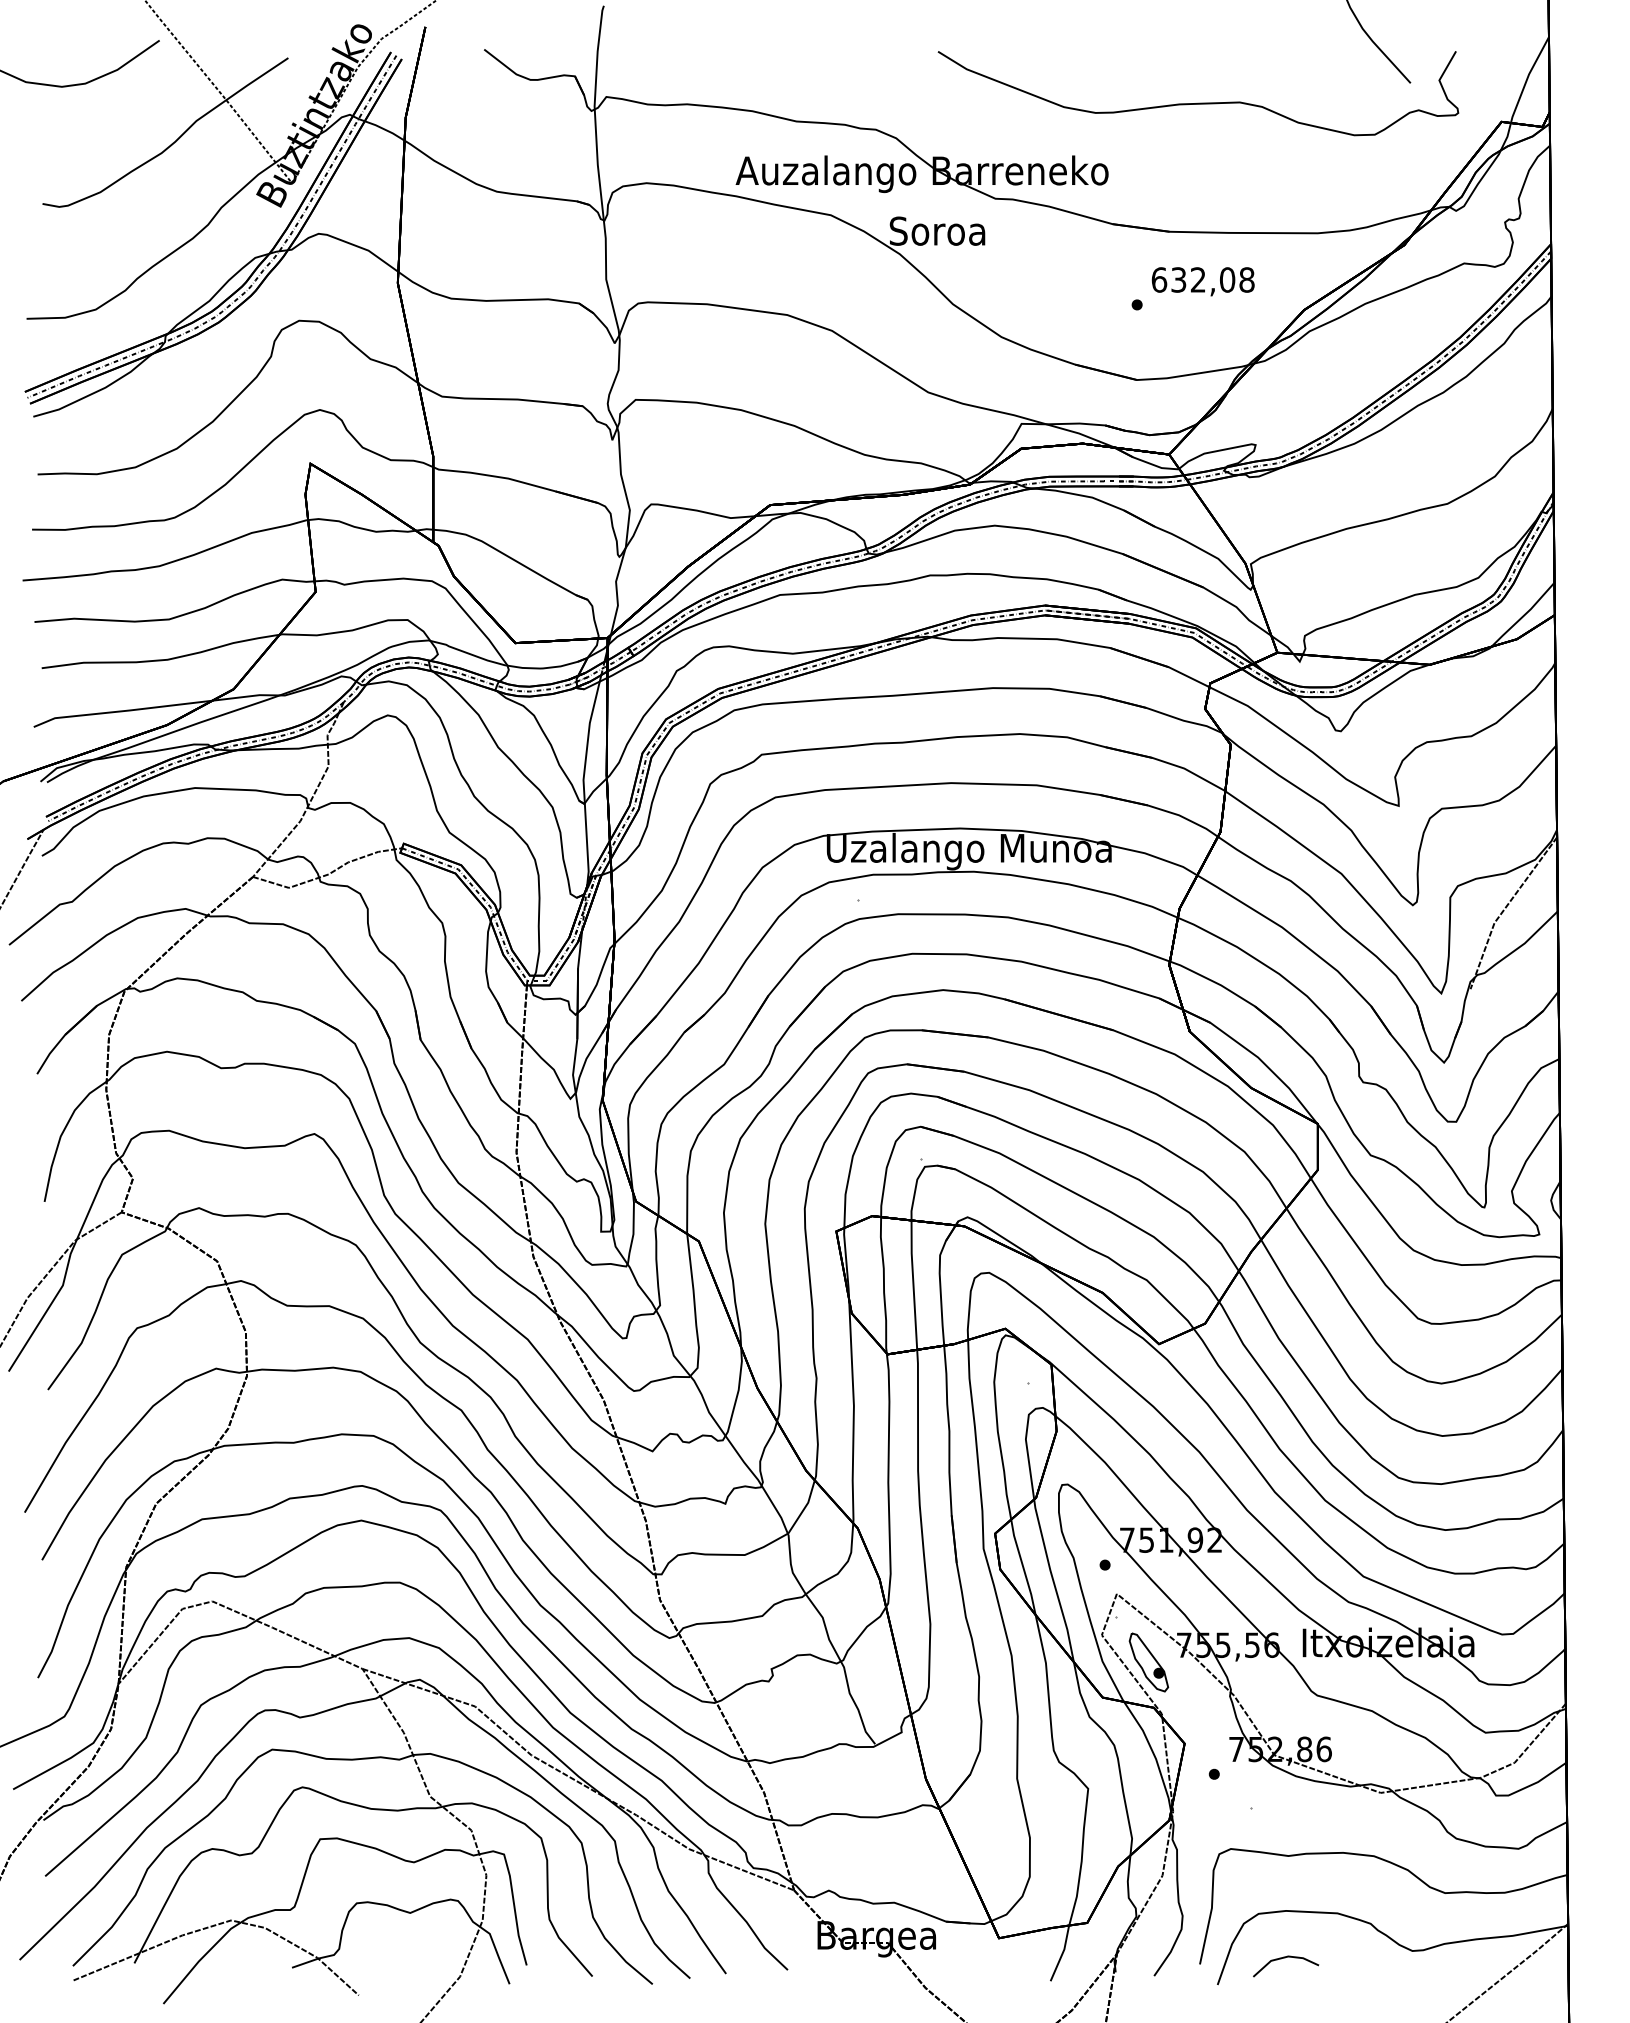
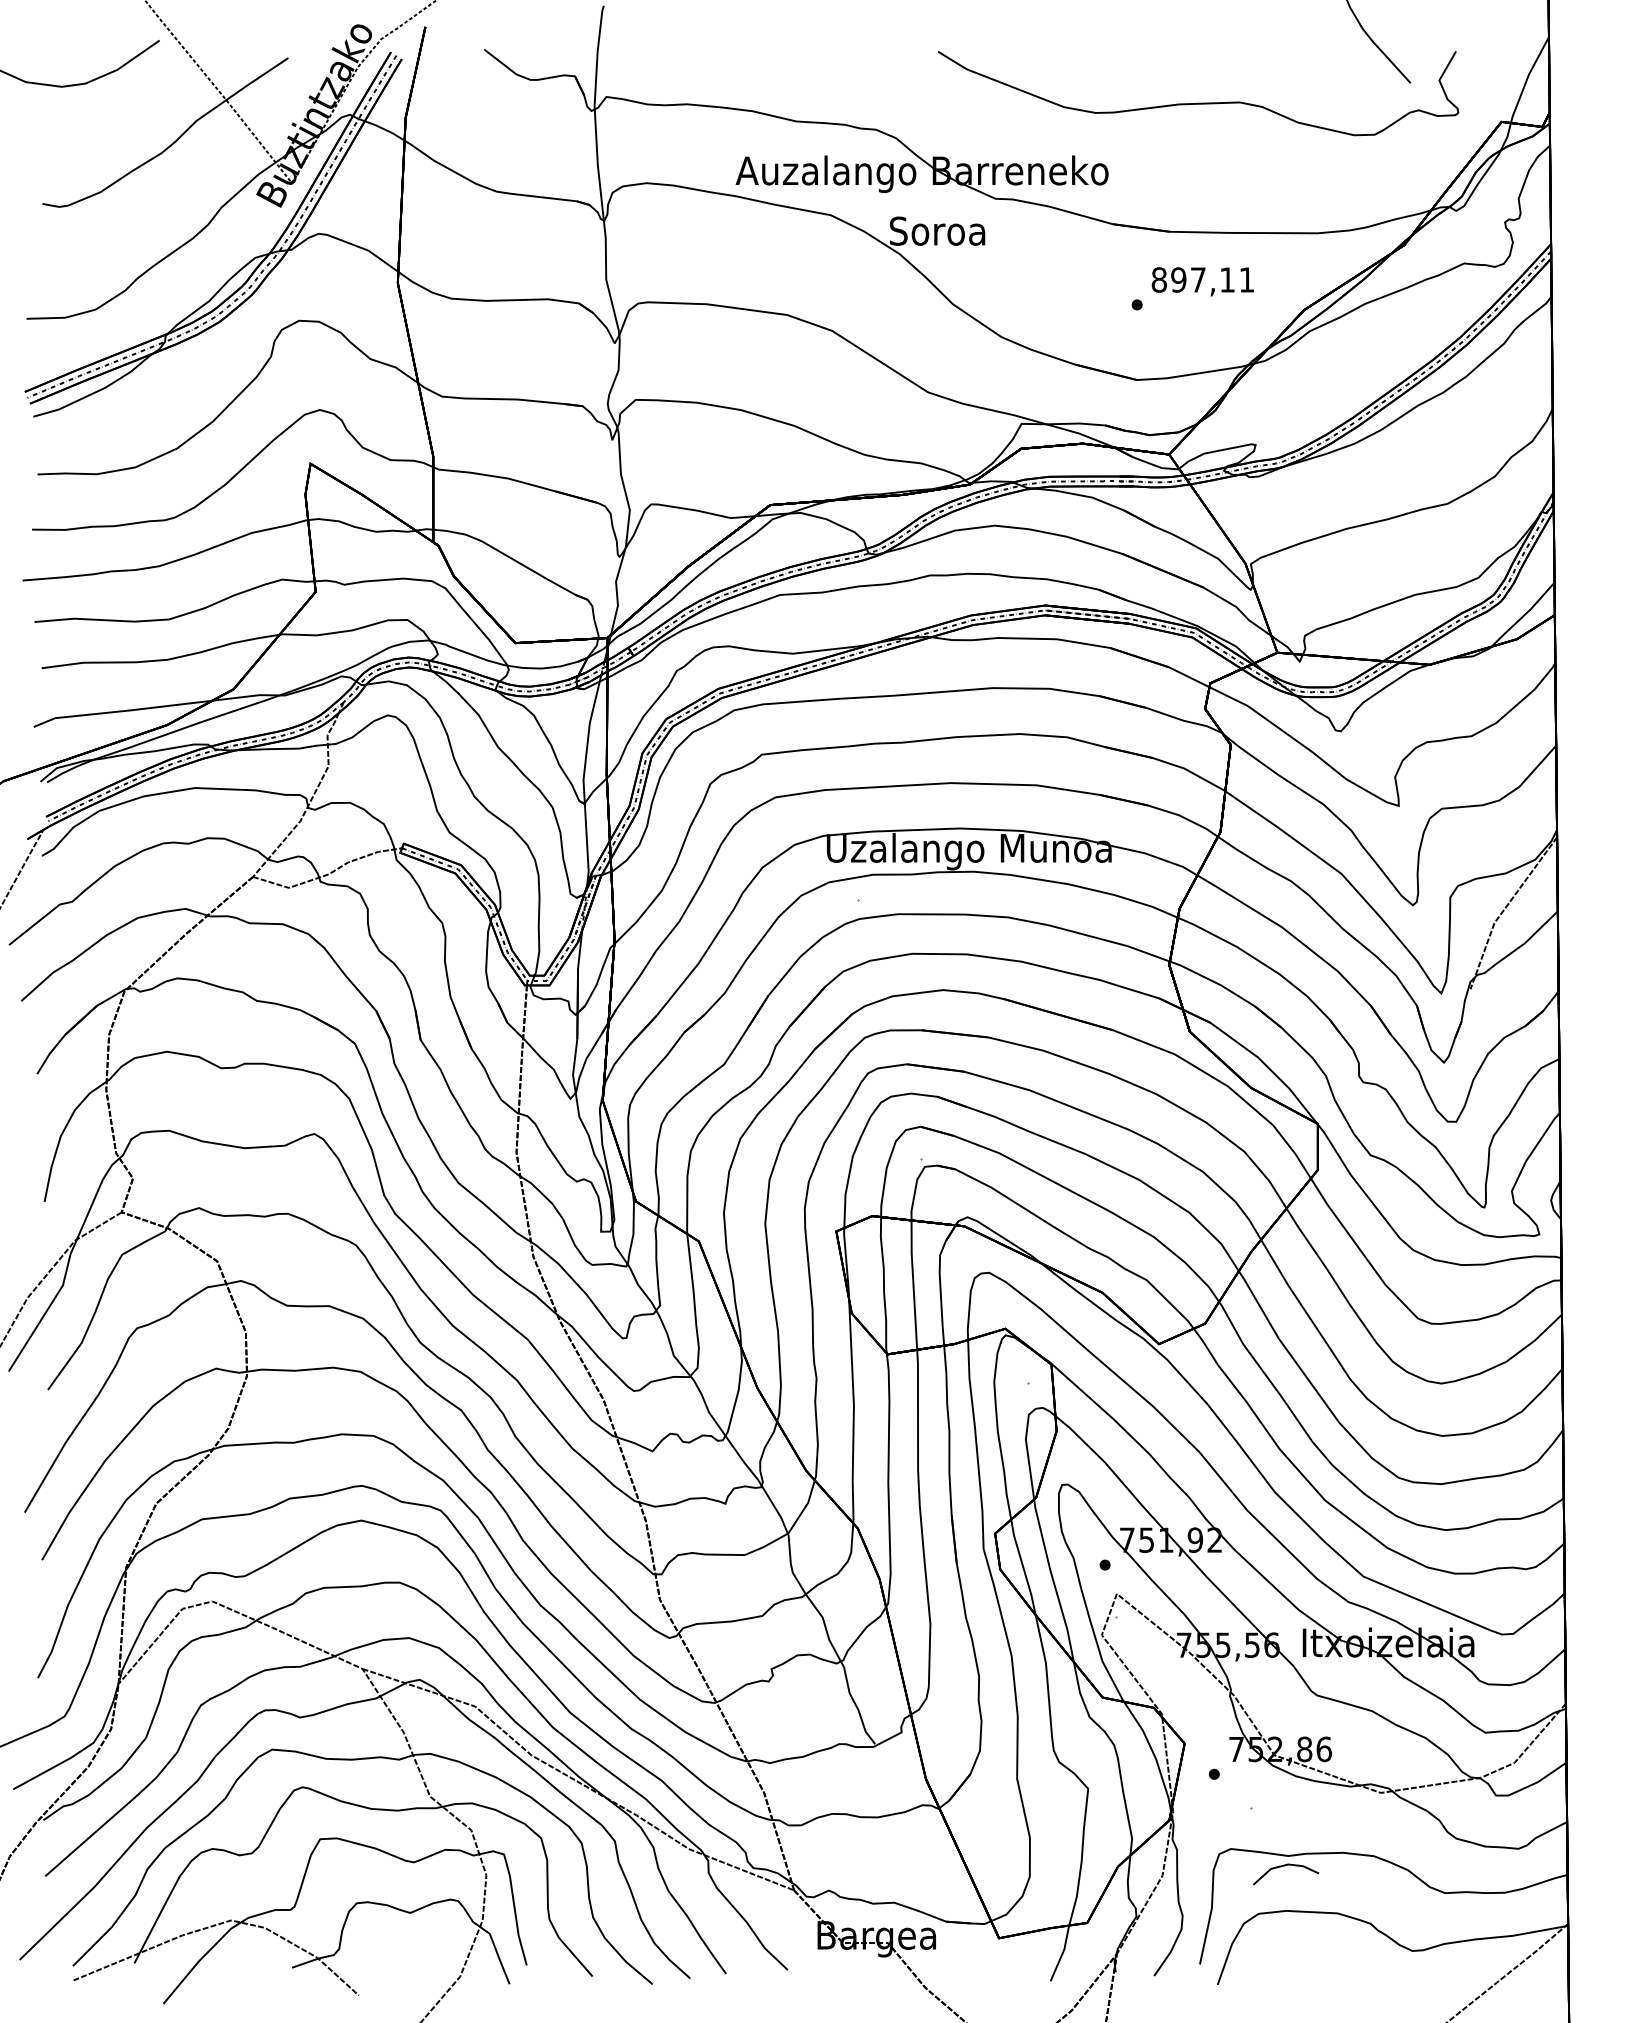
text at (1202, 279): 632,08 -> 897,11
part at (1148, 1662): present -> none
line at (1285, 1958) position: (1285, 1958) -> (1285, 1866)
